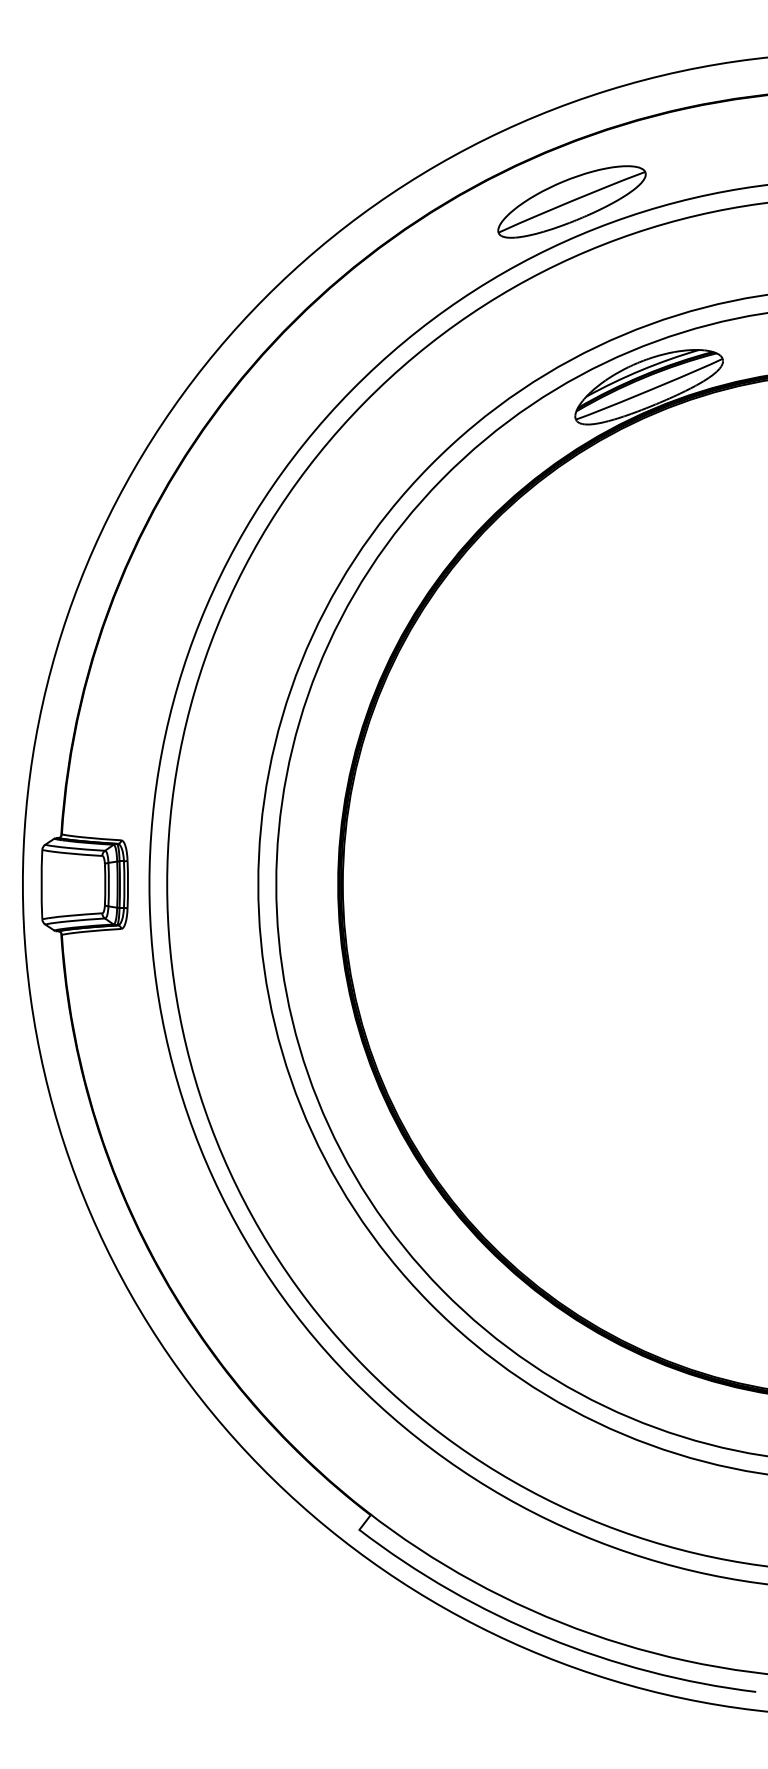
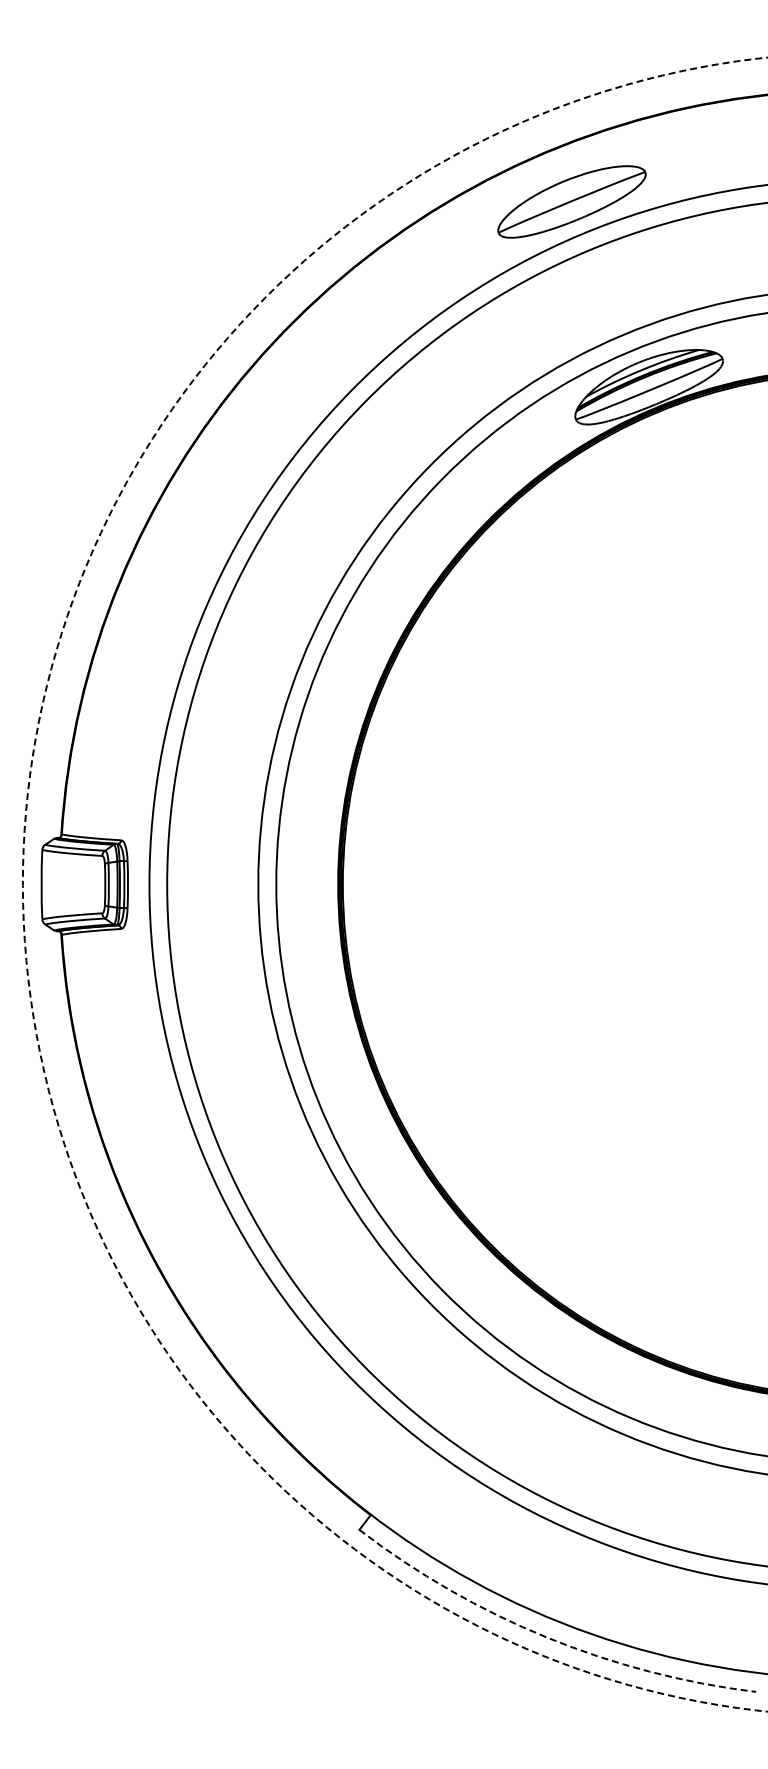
arc at (22, 885): solid -> dashed
arc at (546, 1637): solid -> dashed
